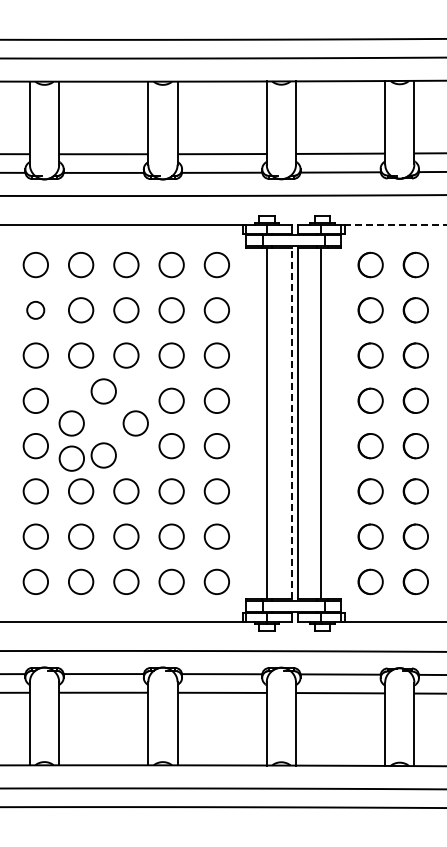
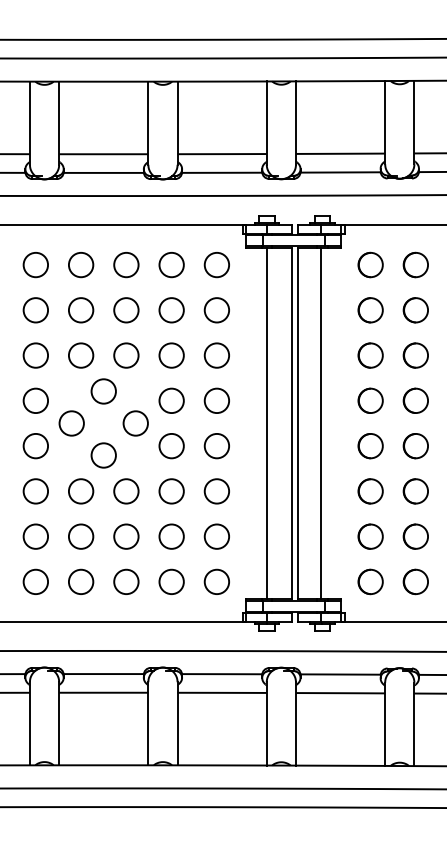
line at (393, 224): dashed -> solid
circle at (35, 310) size: 20x19 px -> 27x27 px
line at (291, 423): dashed -> solid
circle at (71, 458): present -> none
